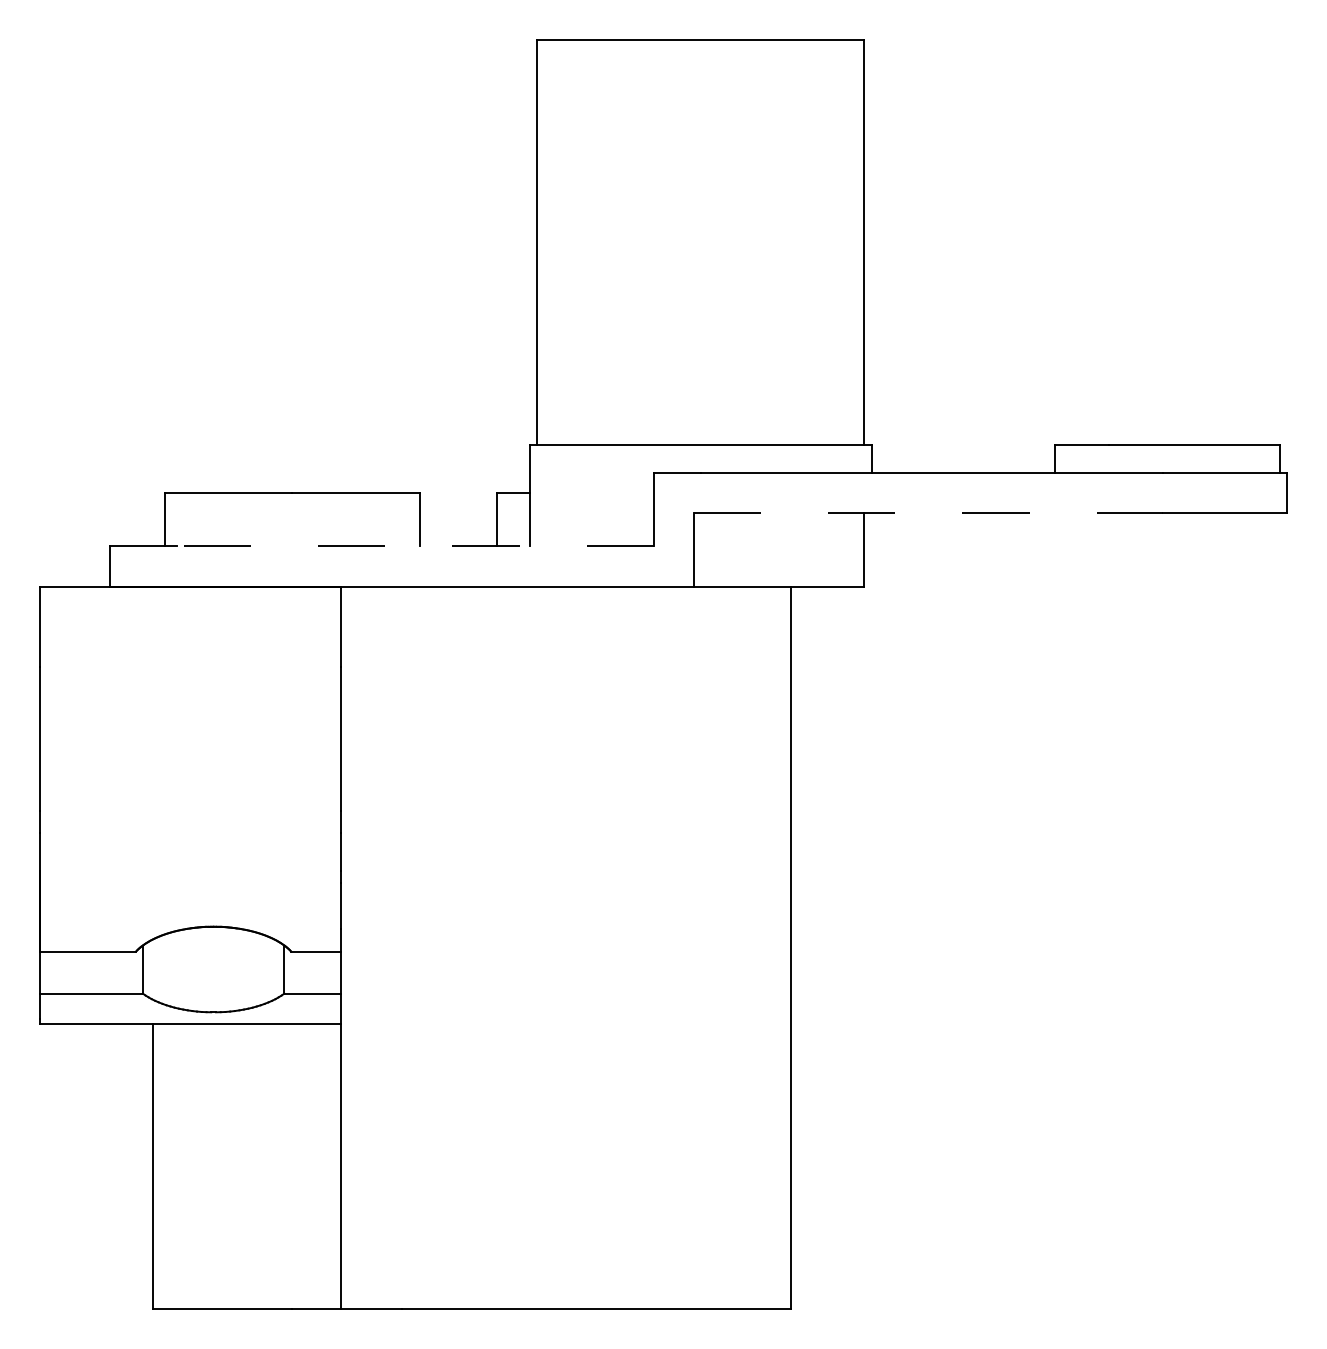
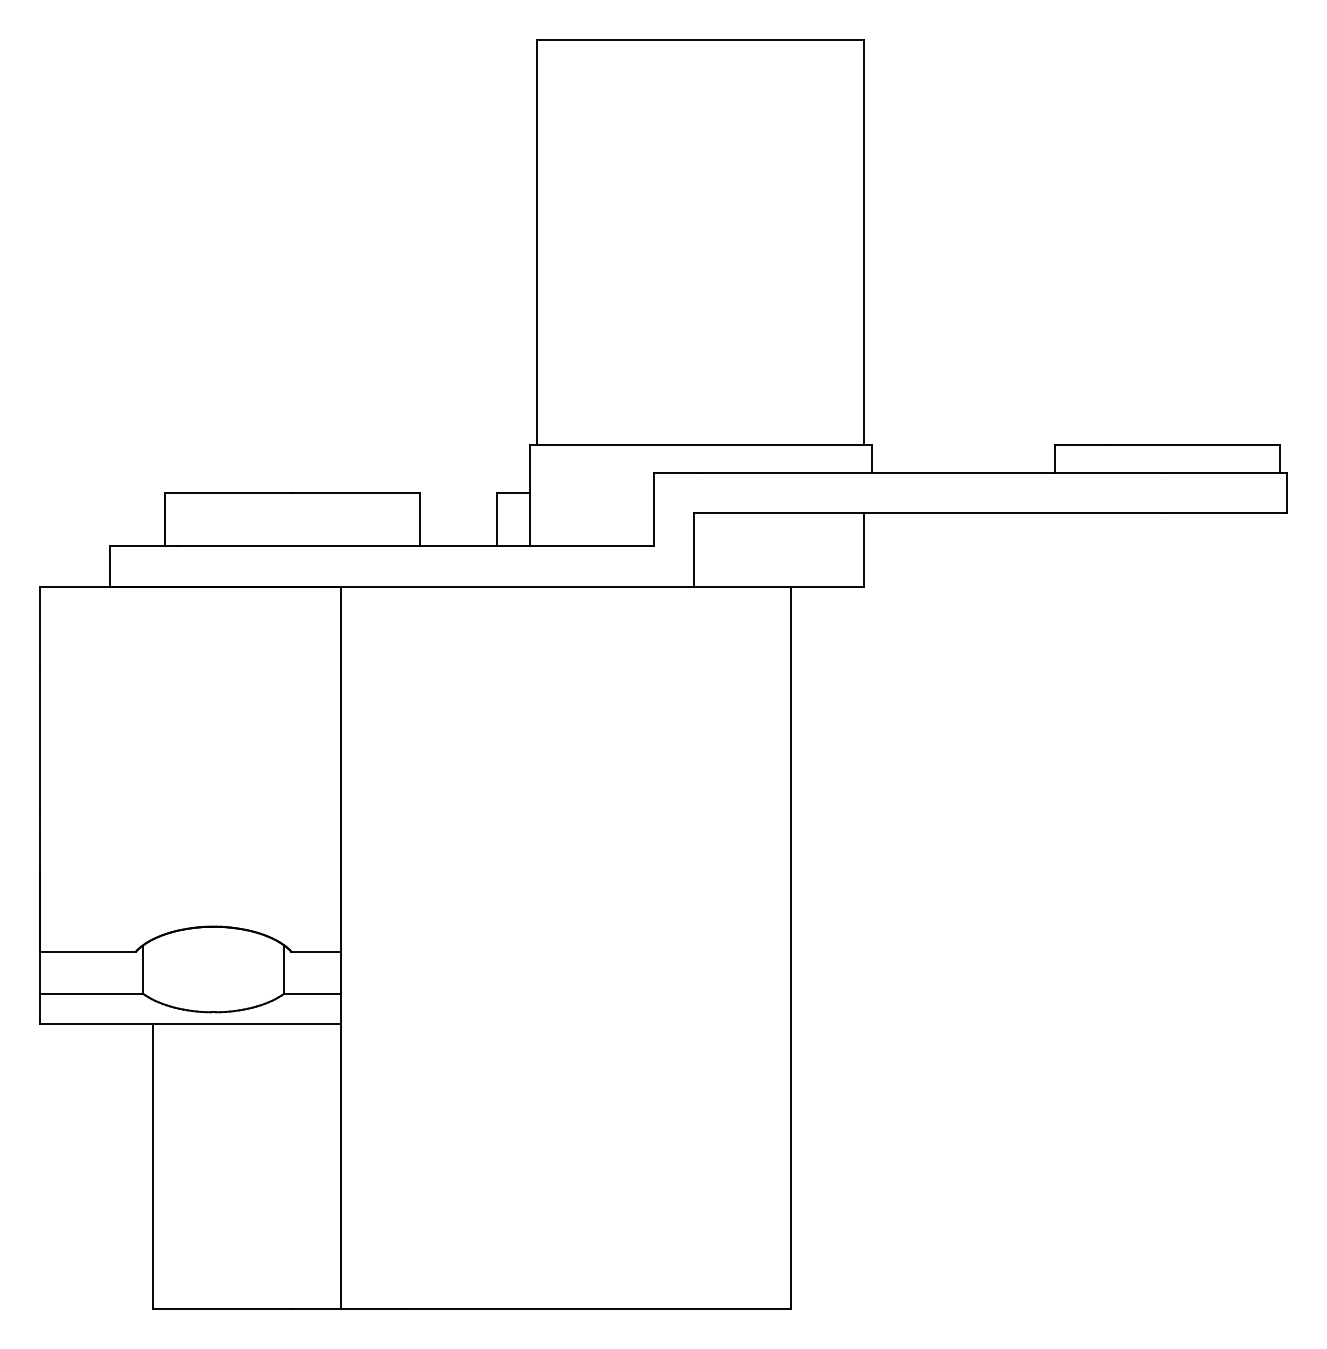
line at (929, 513): dashed -> solid
line at (415, 546): dashed -> solid
